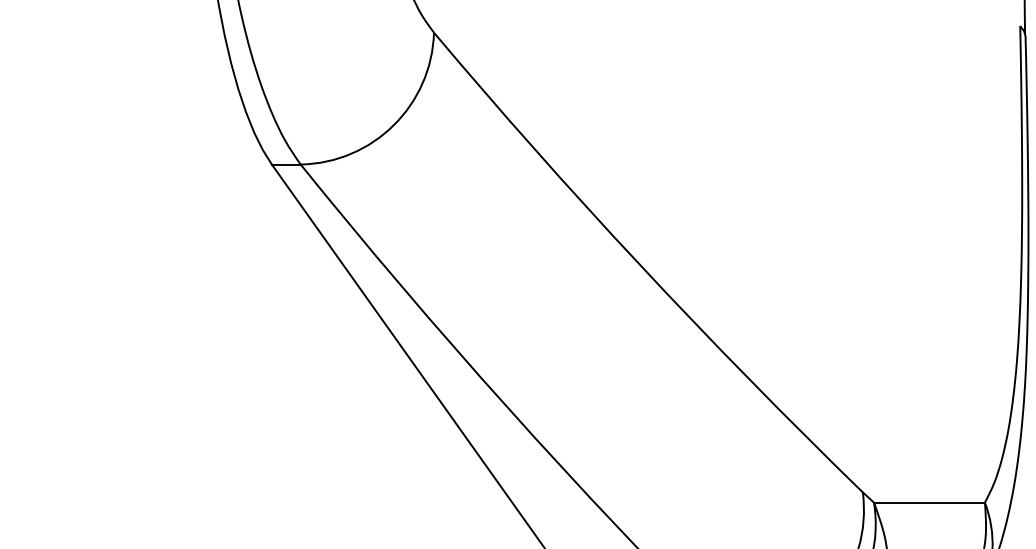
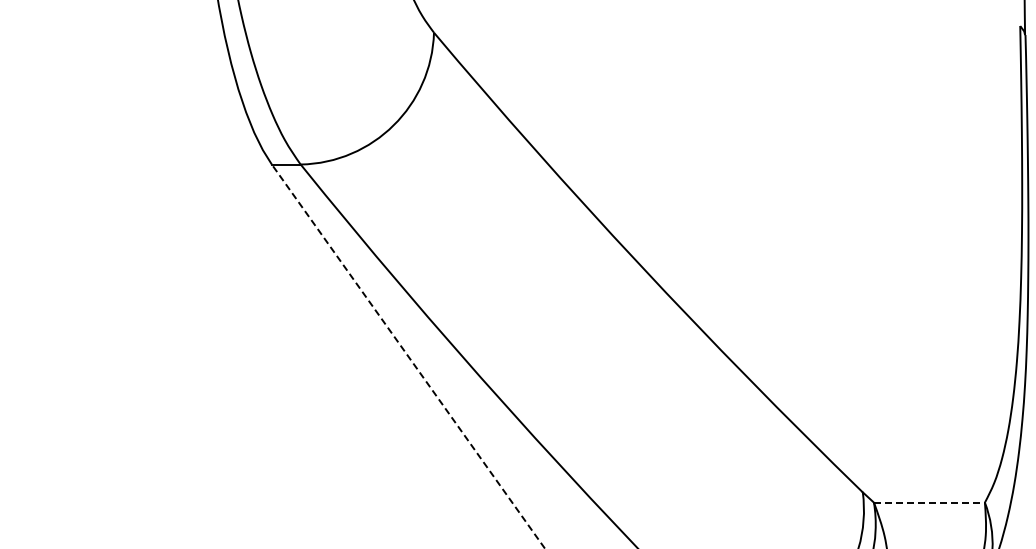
line at (408, 356): solid -> dashed
line at (929, 502): solid -> dashed
